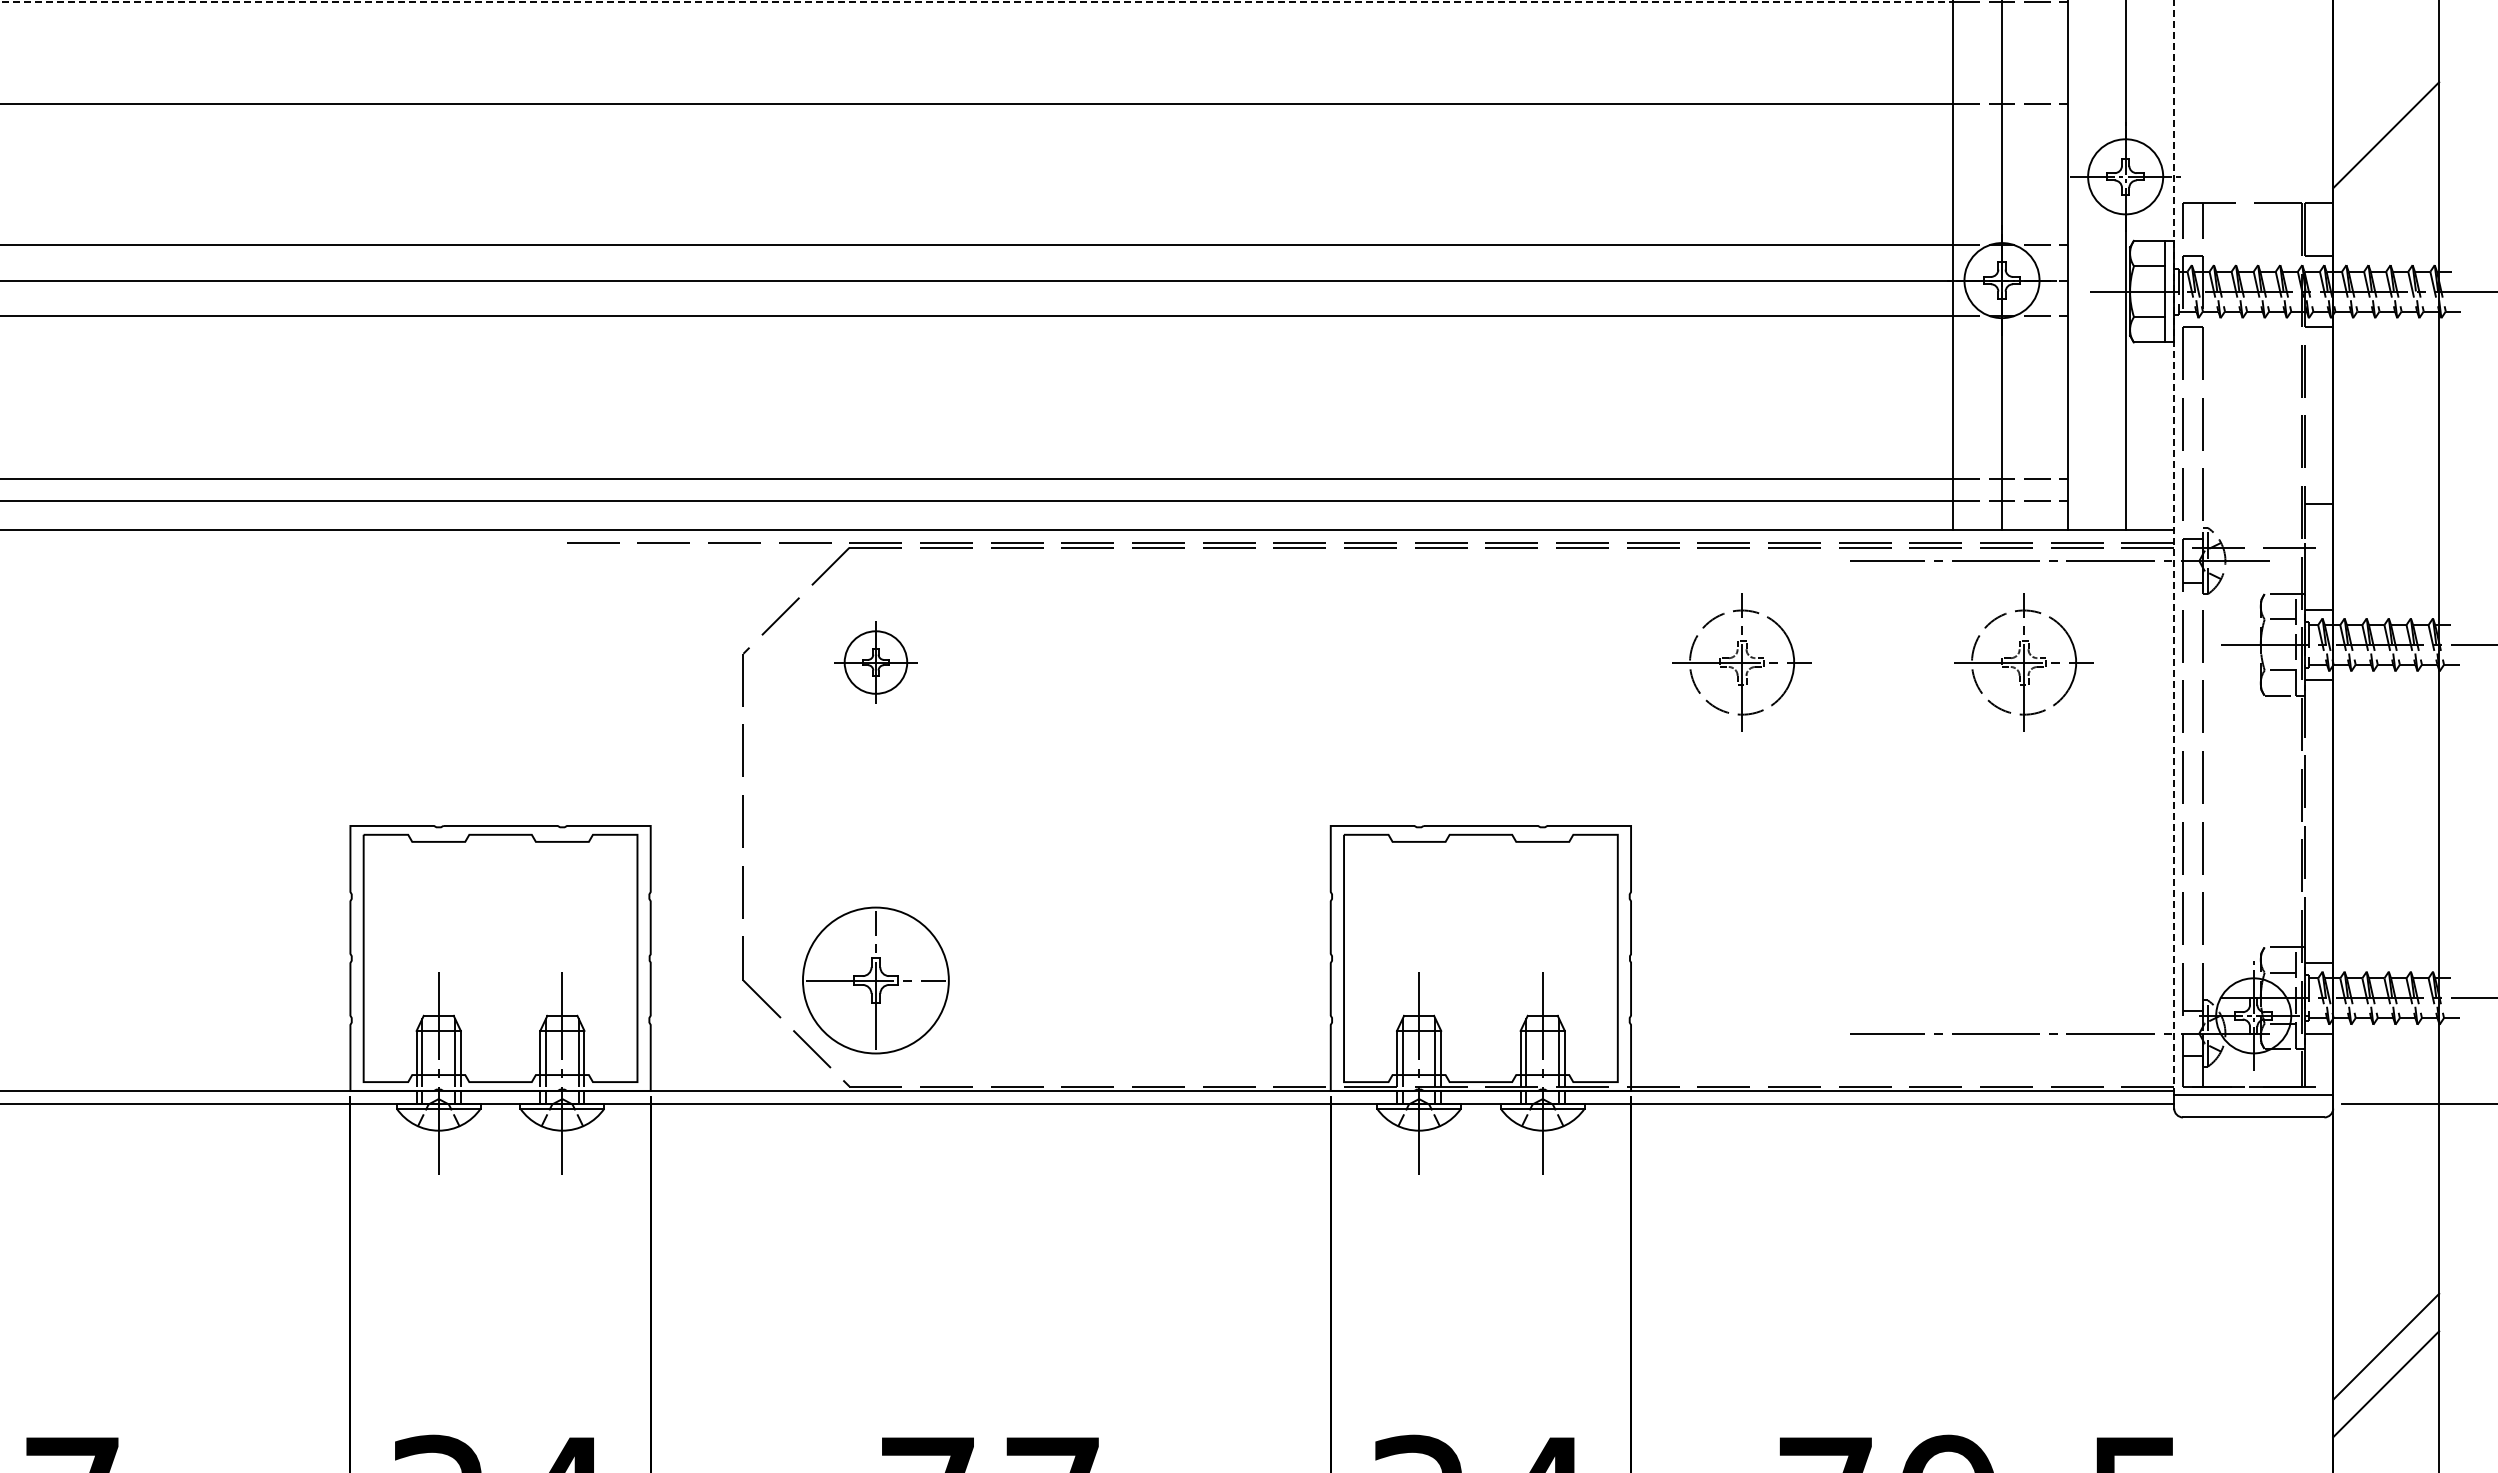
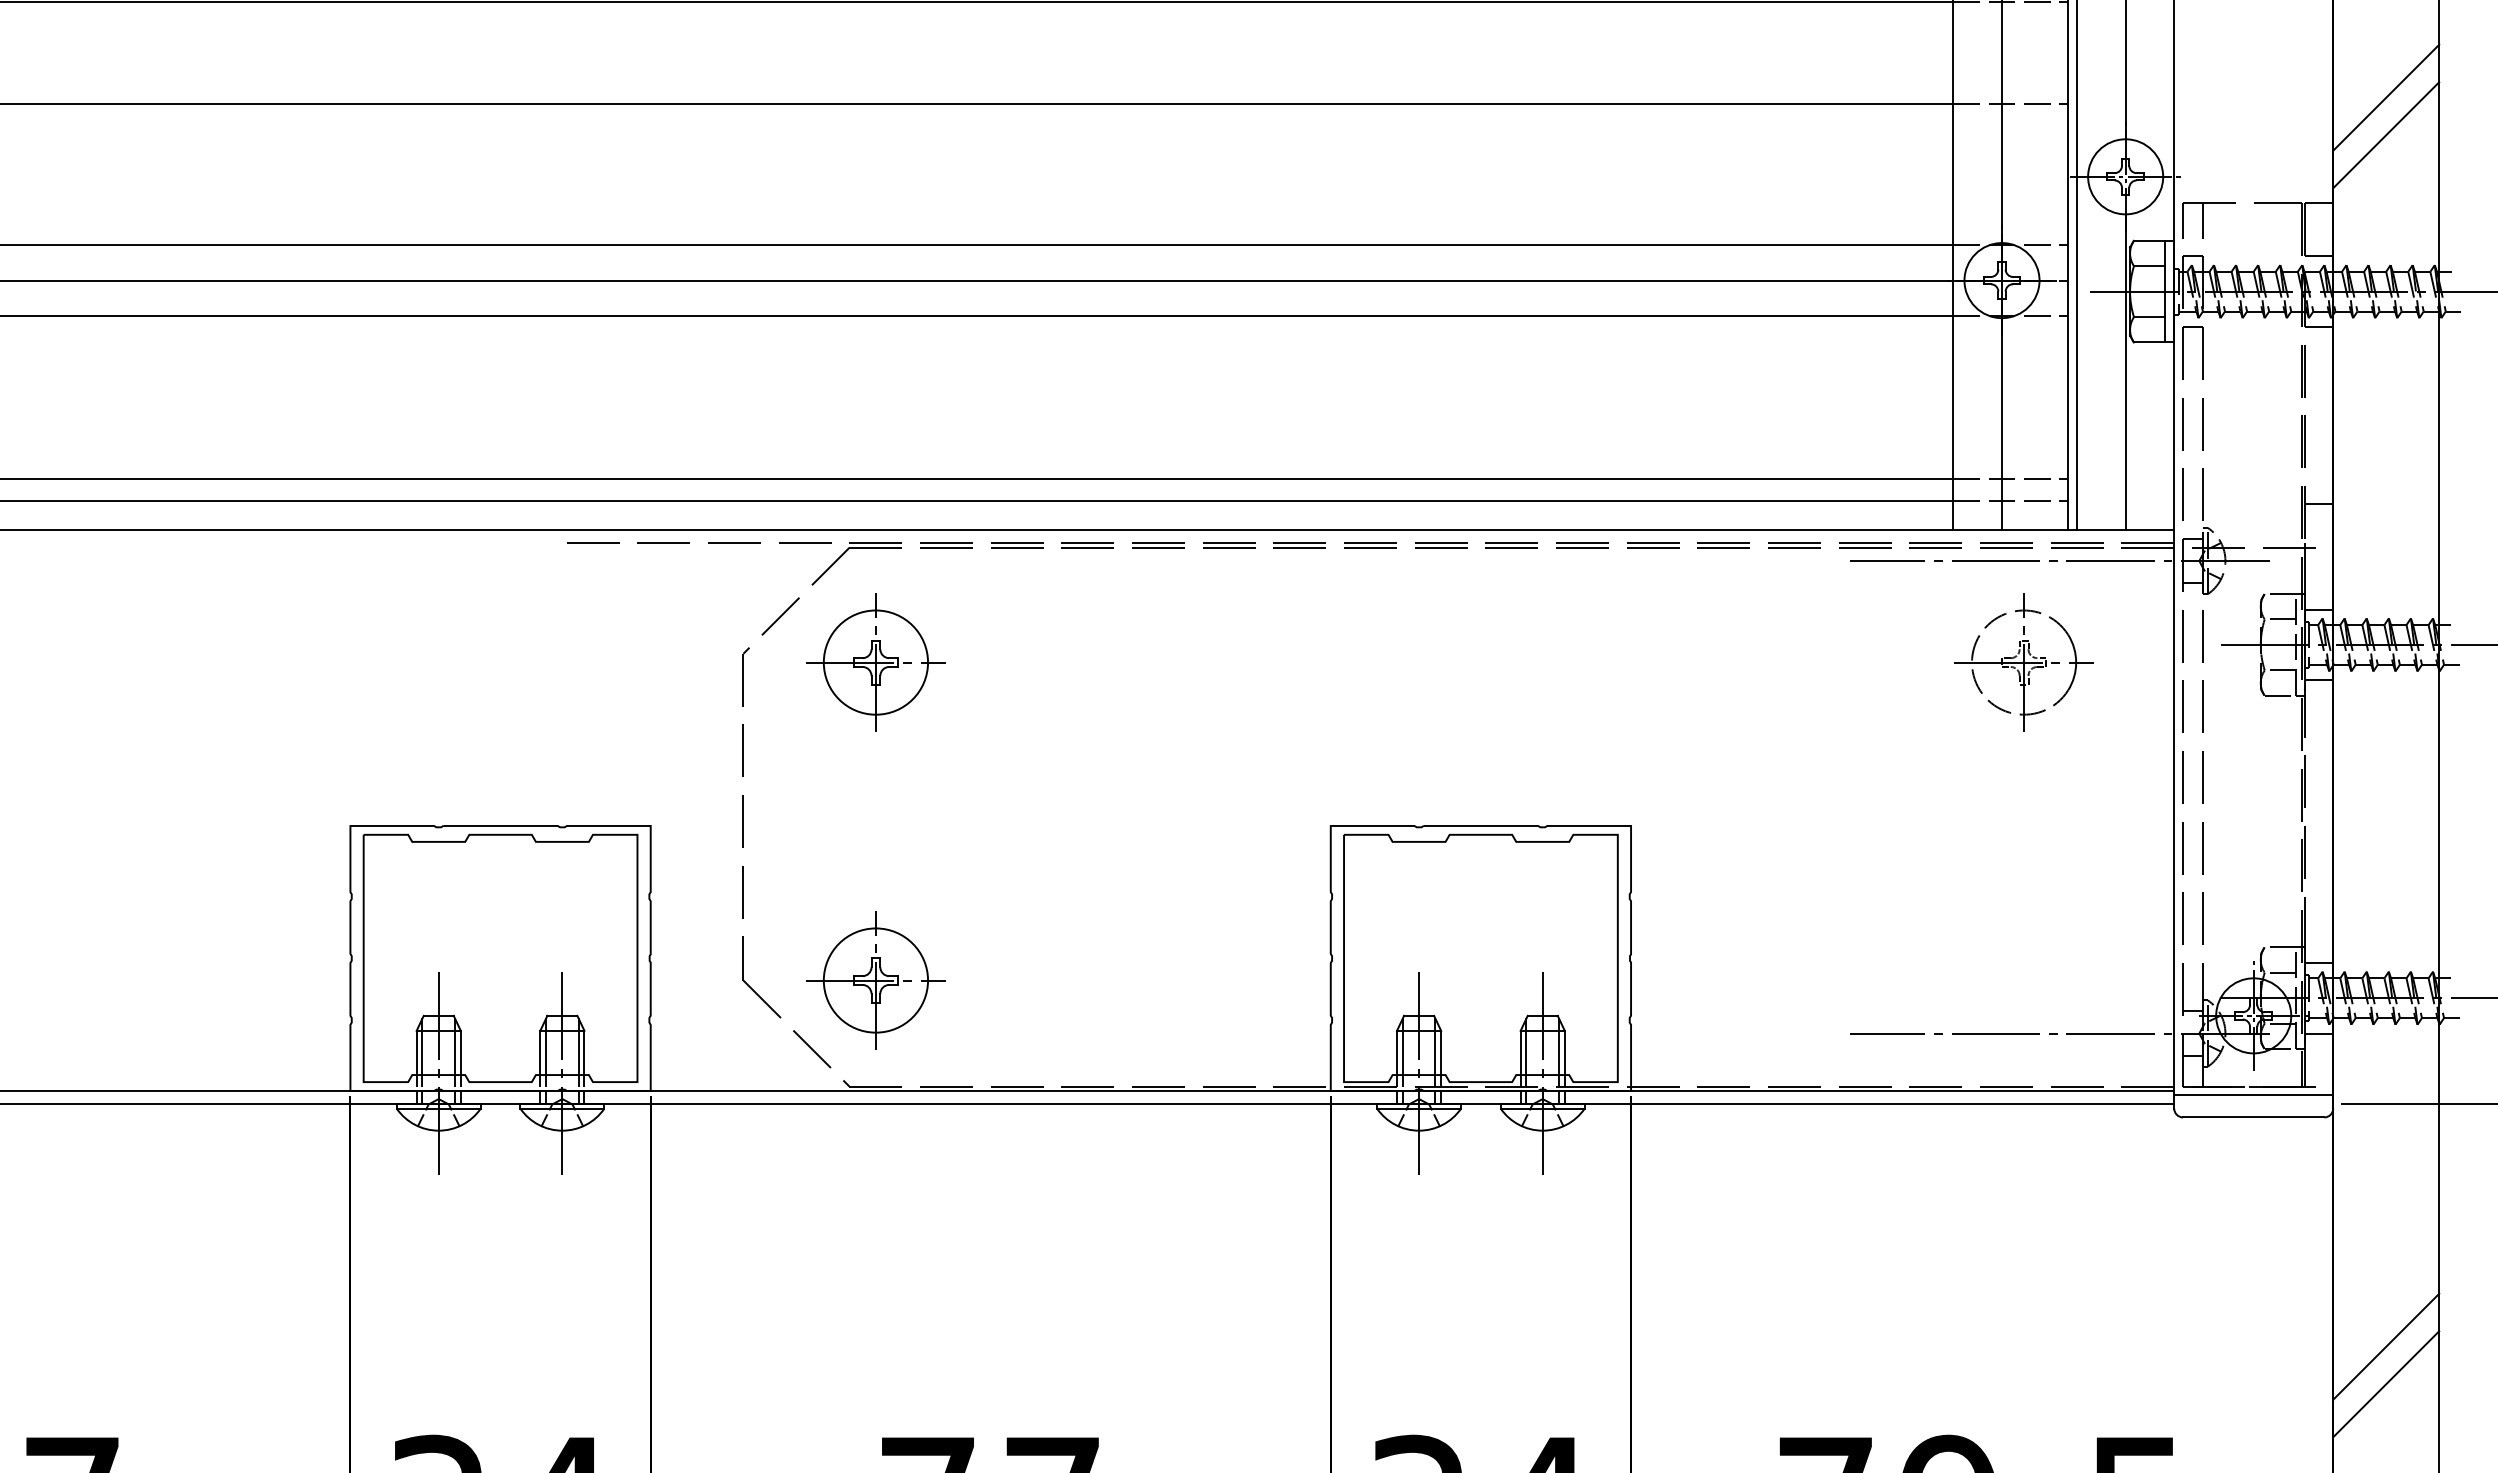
line at (977, 2): dashed -> solid
line at (2386, 97): none -> present
line at (2077, 266): none -> present
line at (2174, 547): dashed -> solid
part at (875, 662) size: 84x83 px -> 140x139 px
part at (1741, 662): present -> none
circle at (875, 980) diameter: 146 px -> 104 px
